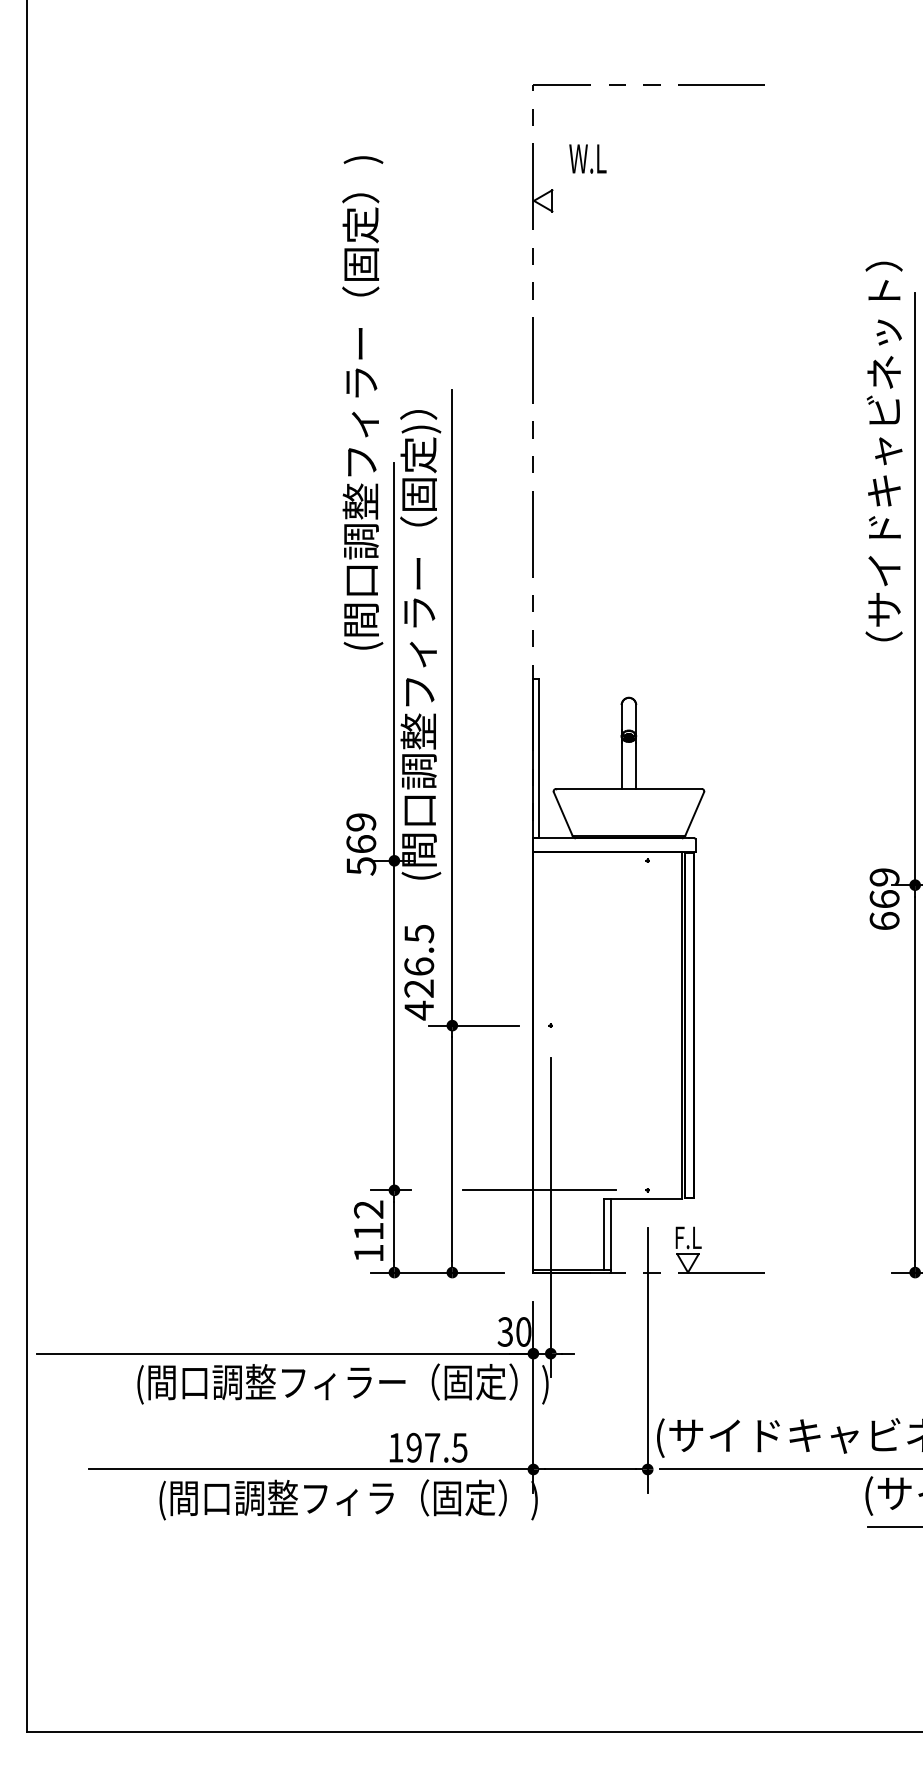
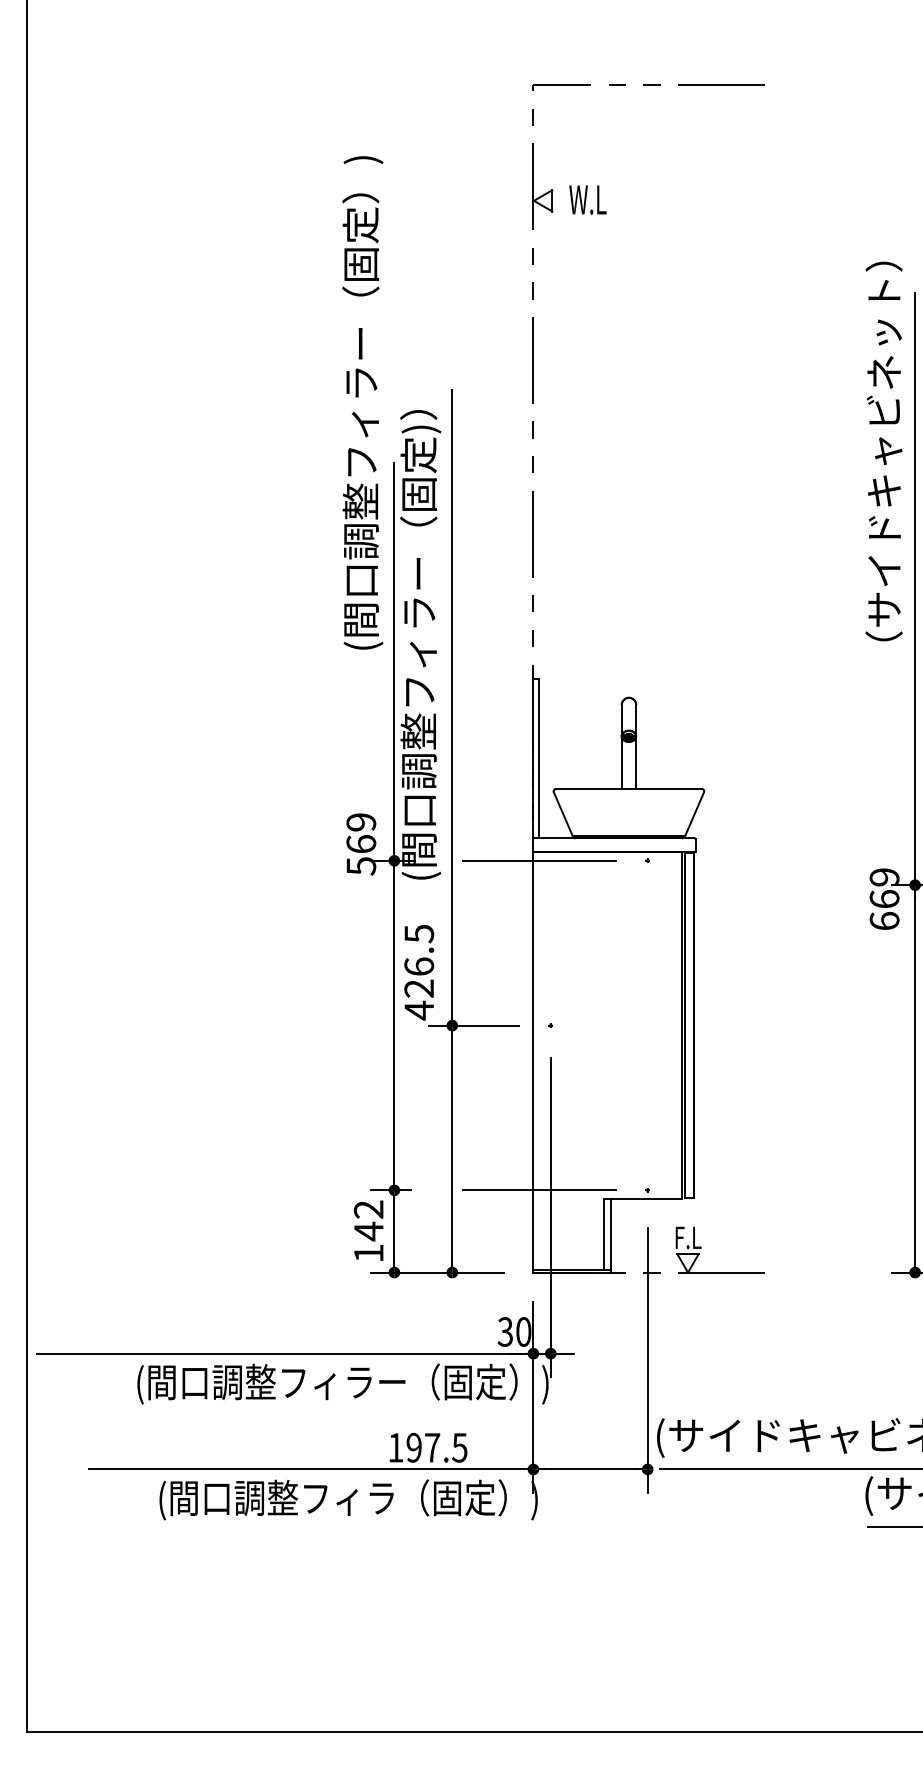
text at (587, 158) position: (587, 158) -> (587, 199)
line at (538, 860): none -> present
text at (368, 1231): 112 -> 142
